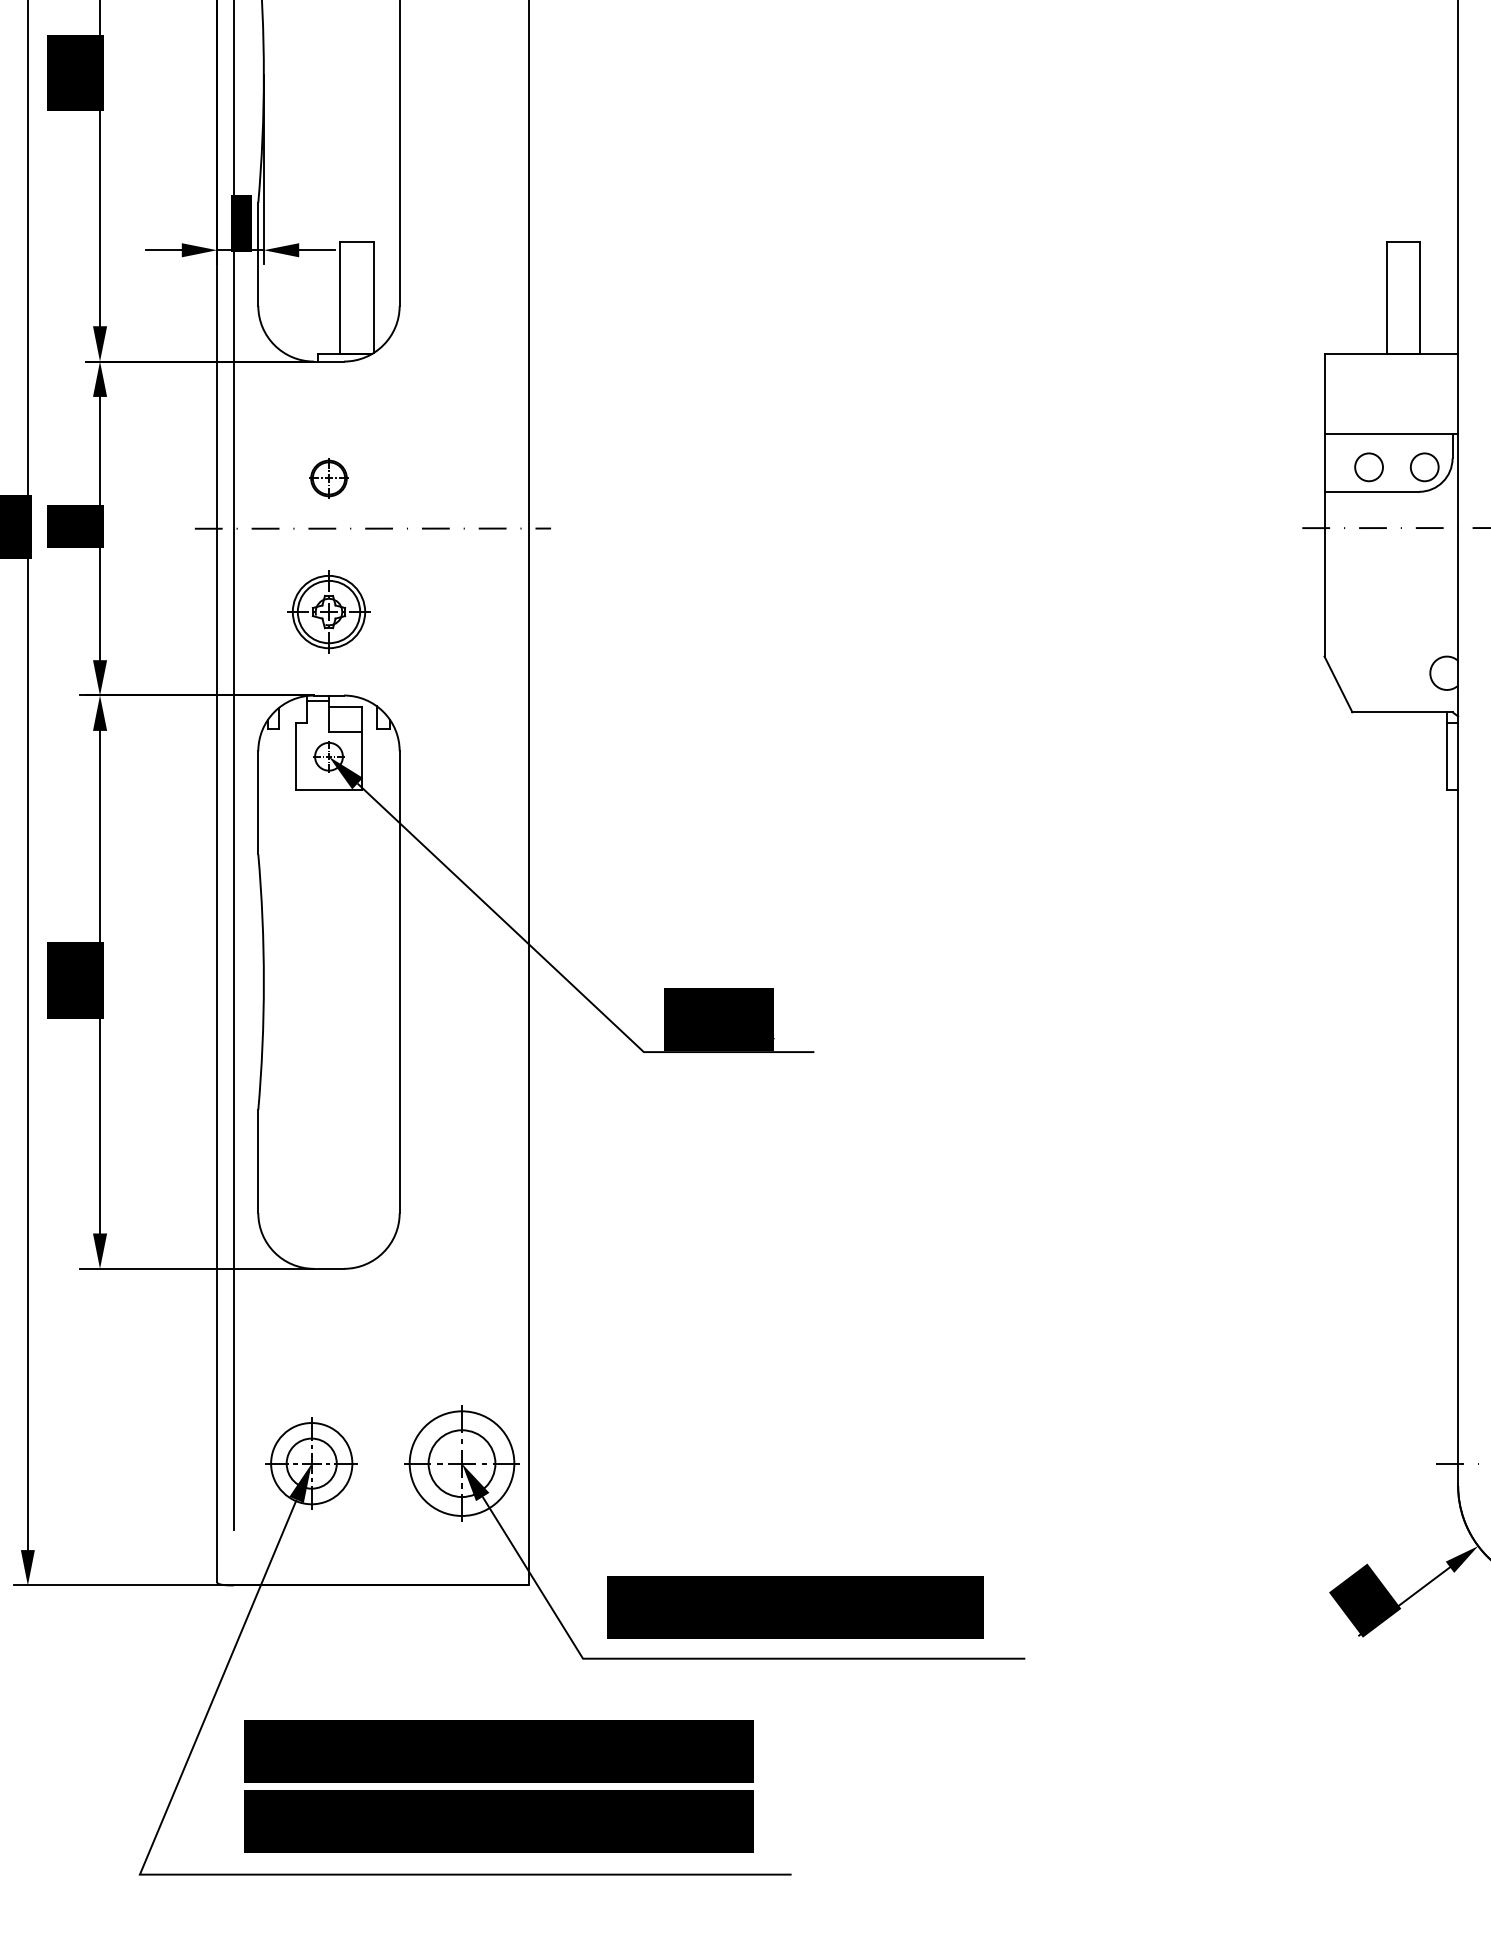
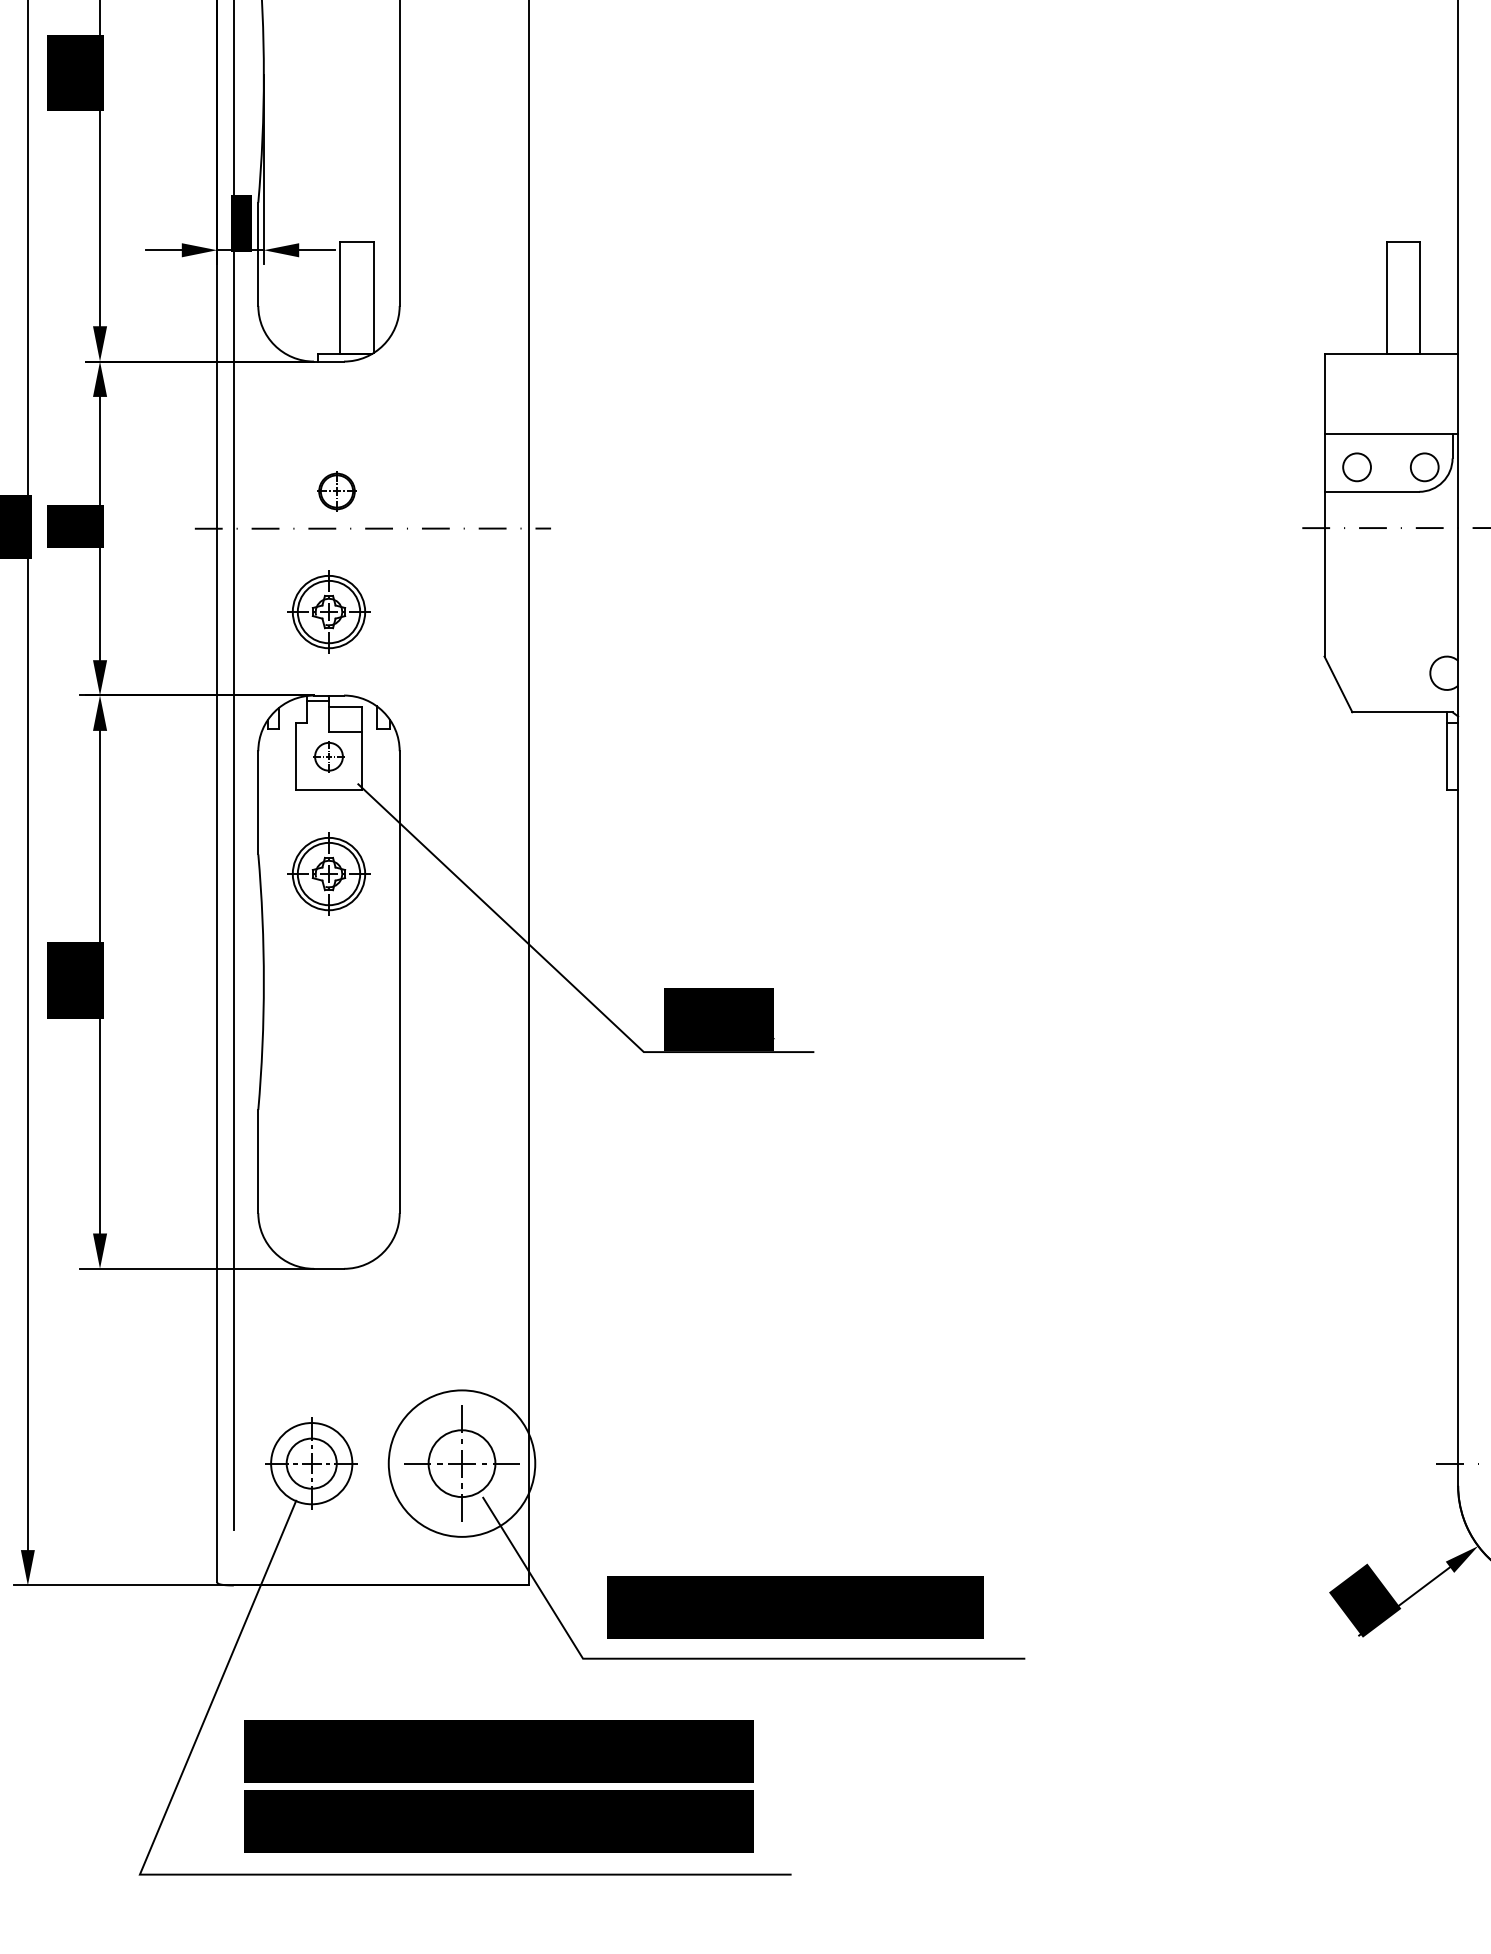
circle at (1368, 467) position: (1368, 467) -> (1356, 467)
part at (328, 478) position: (328, 478) -> (336, 491)
fill at (346, 772): present -> none
part at (328, 873): none -> present
circle at (461, 1463) diameter: 105 px -> 146 px
fill at (300, 1482): present -> none
fill at (475, 1482): present -> none
